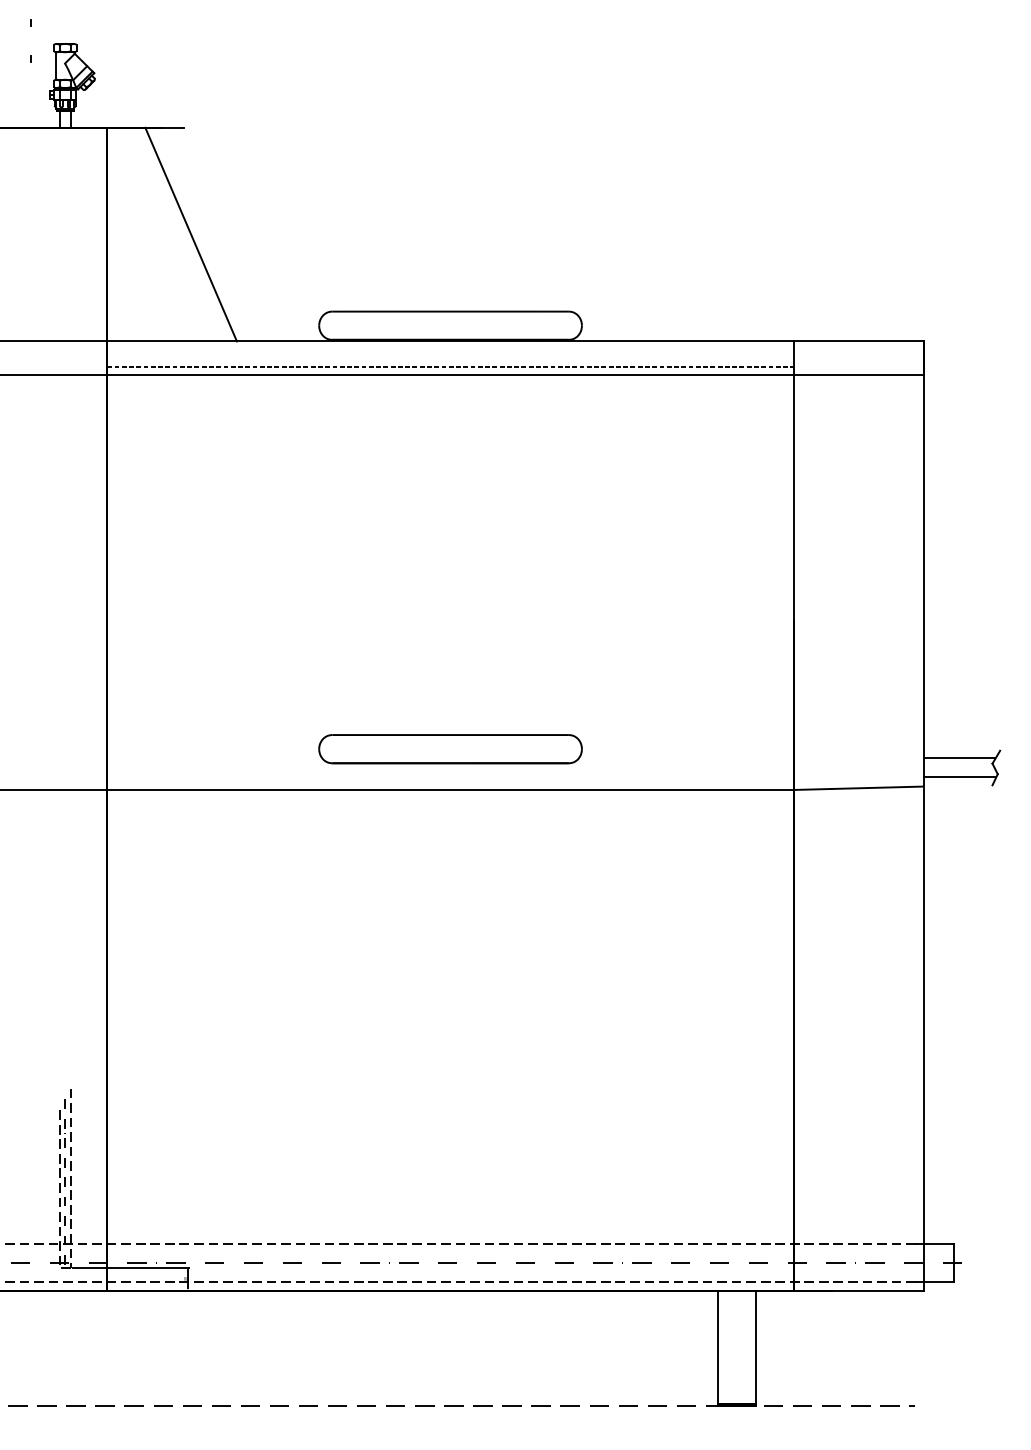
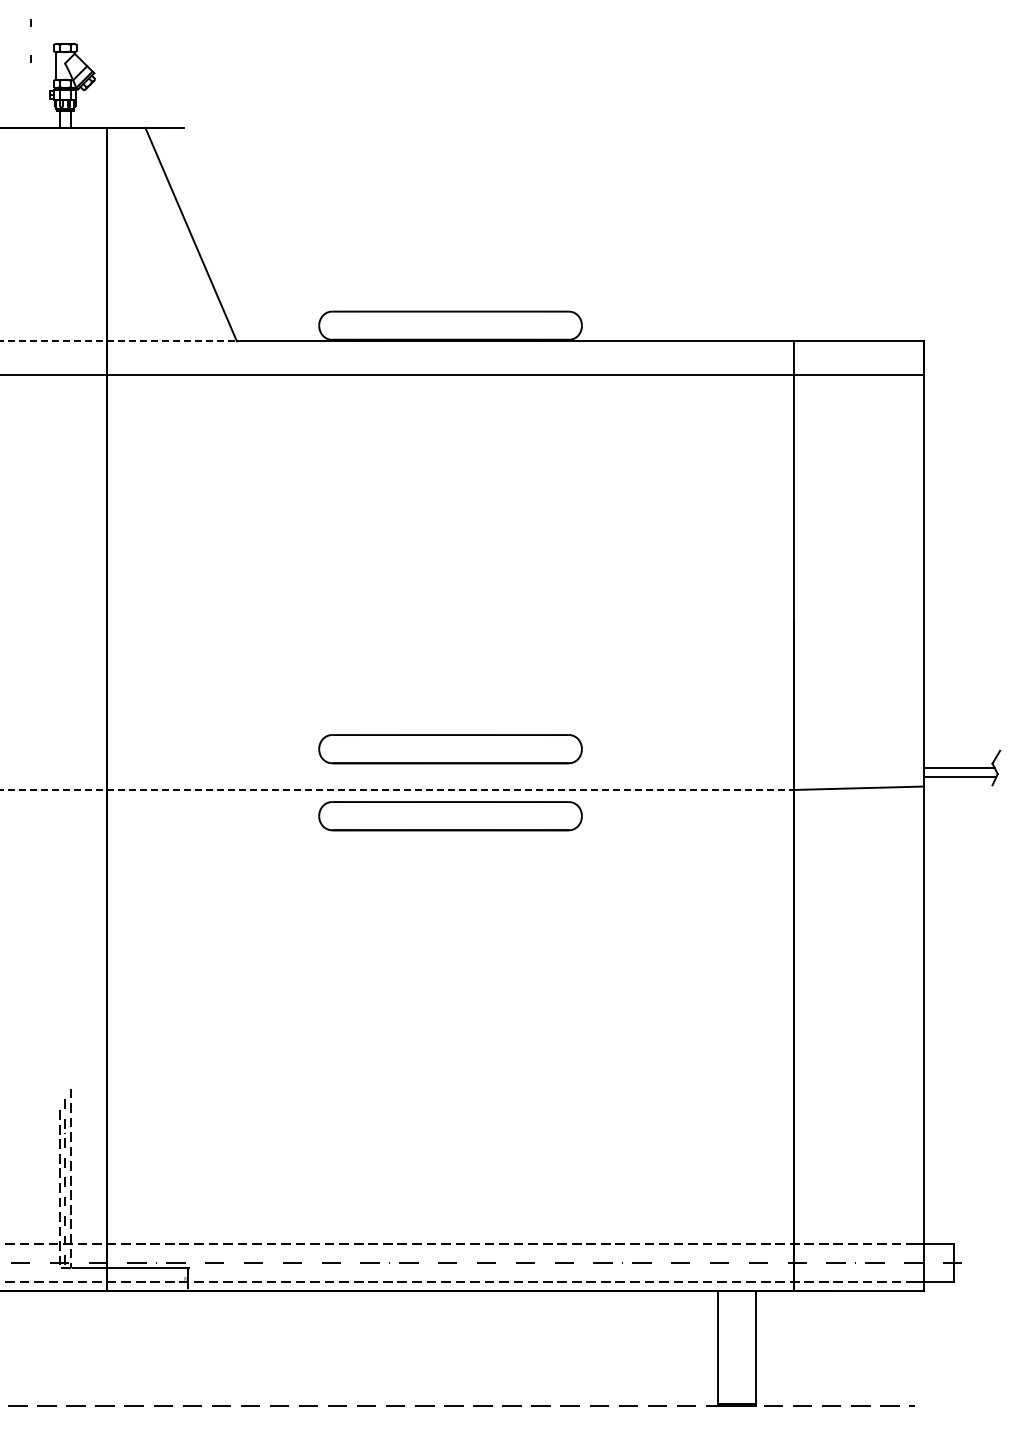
line at (118, 341): solid -> dashed
line at (450, 366): present -> none
line at (959, 757) position: (959, 757) -> (959, 767)
line at (396, 790): solid -> dashed
part at (450, 816): none -> present
